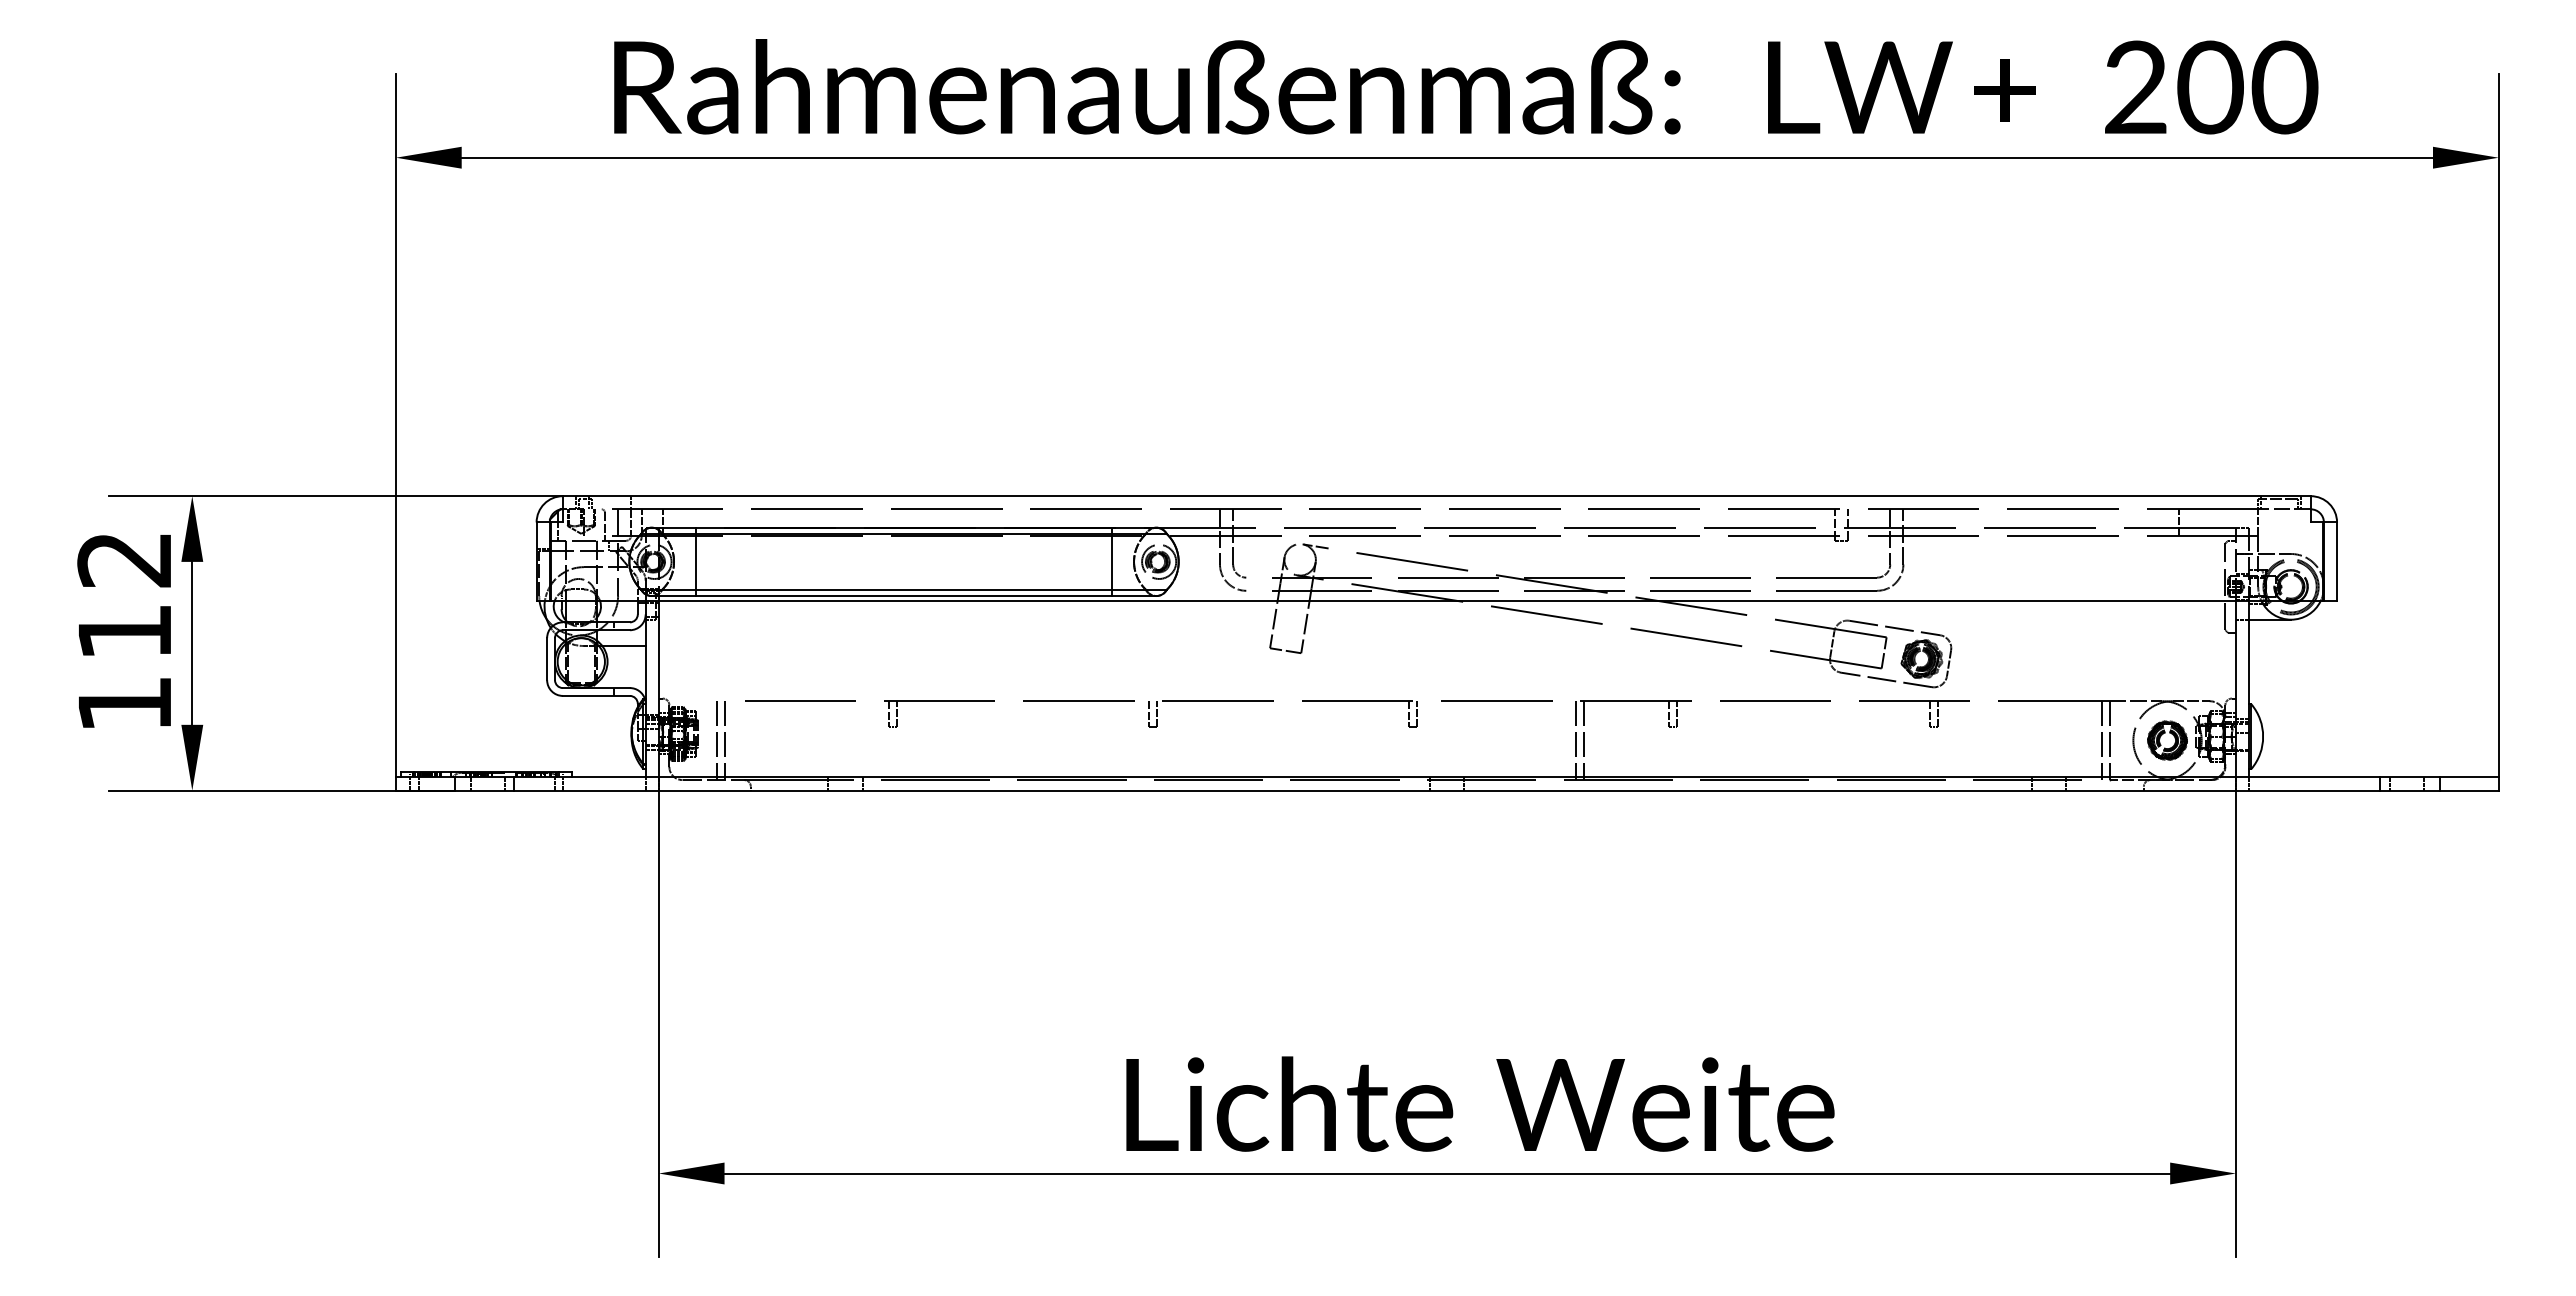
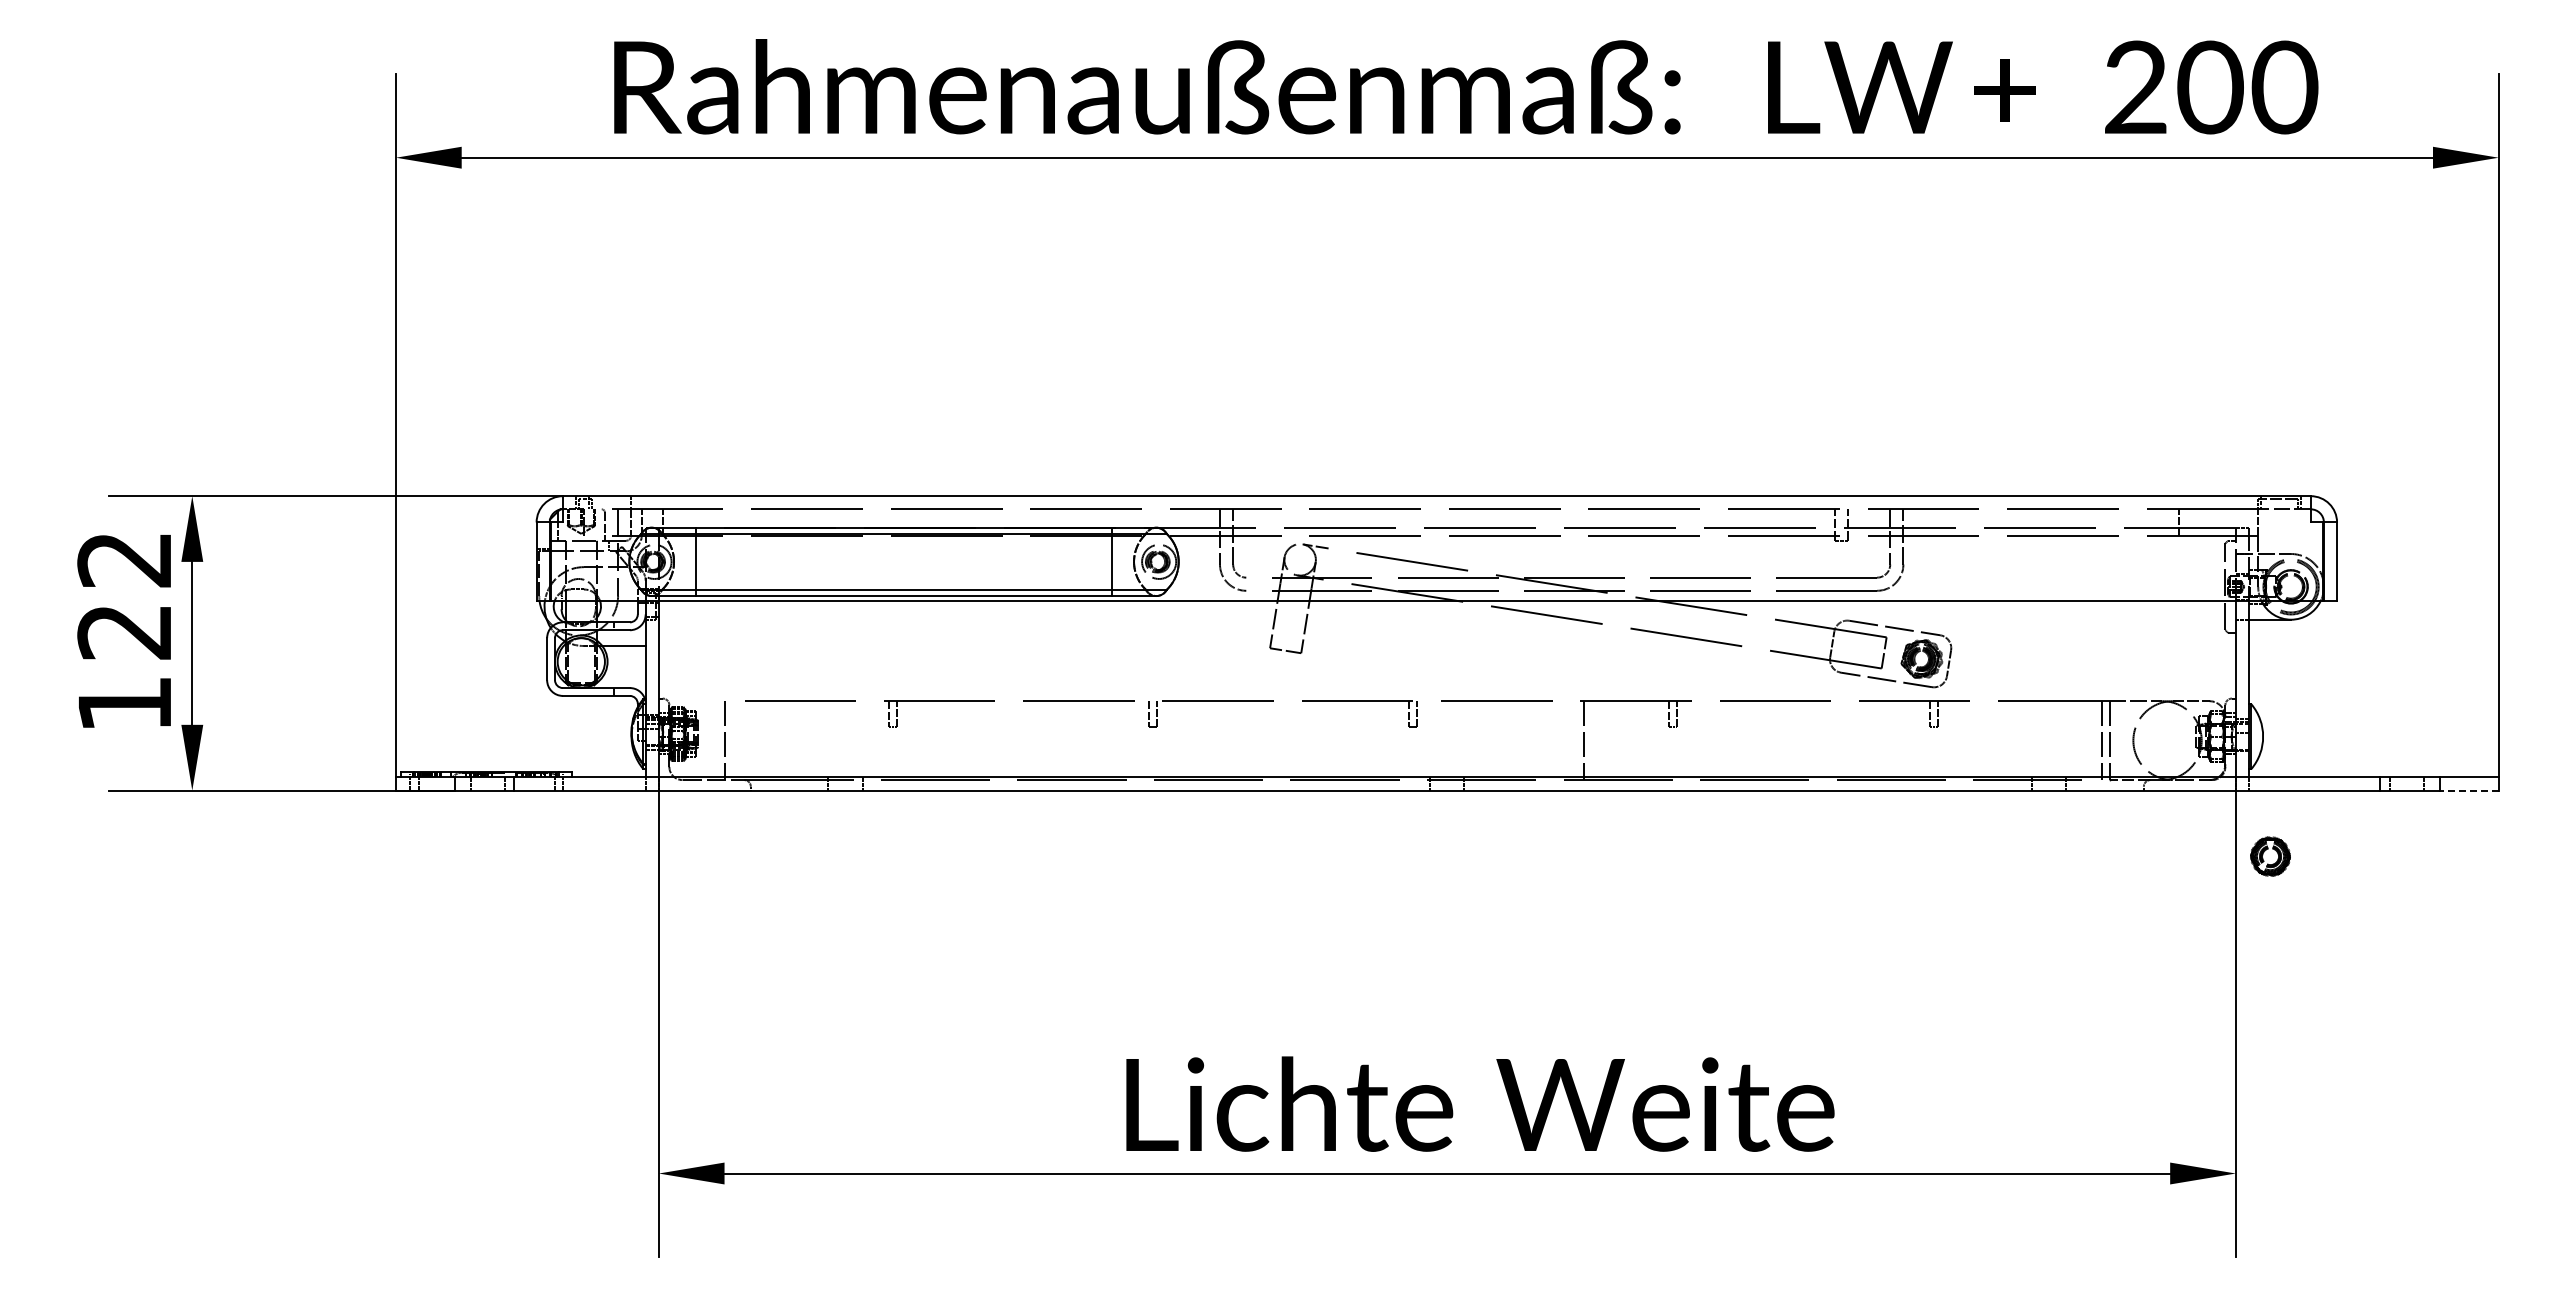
text at (123, 632): 112 -> 122
line at (716, 740): present -> none
line at (1576, 740): present -> none
part at (2167, 740) position: (2167, 740) -> (2270, 856)
line at (2469, 790): solid -> dashed
